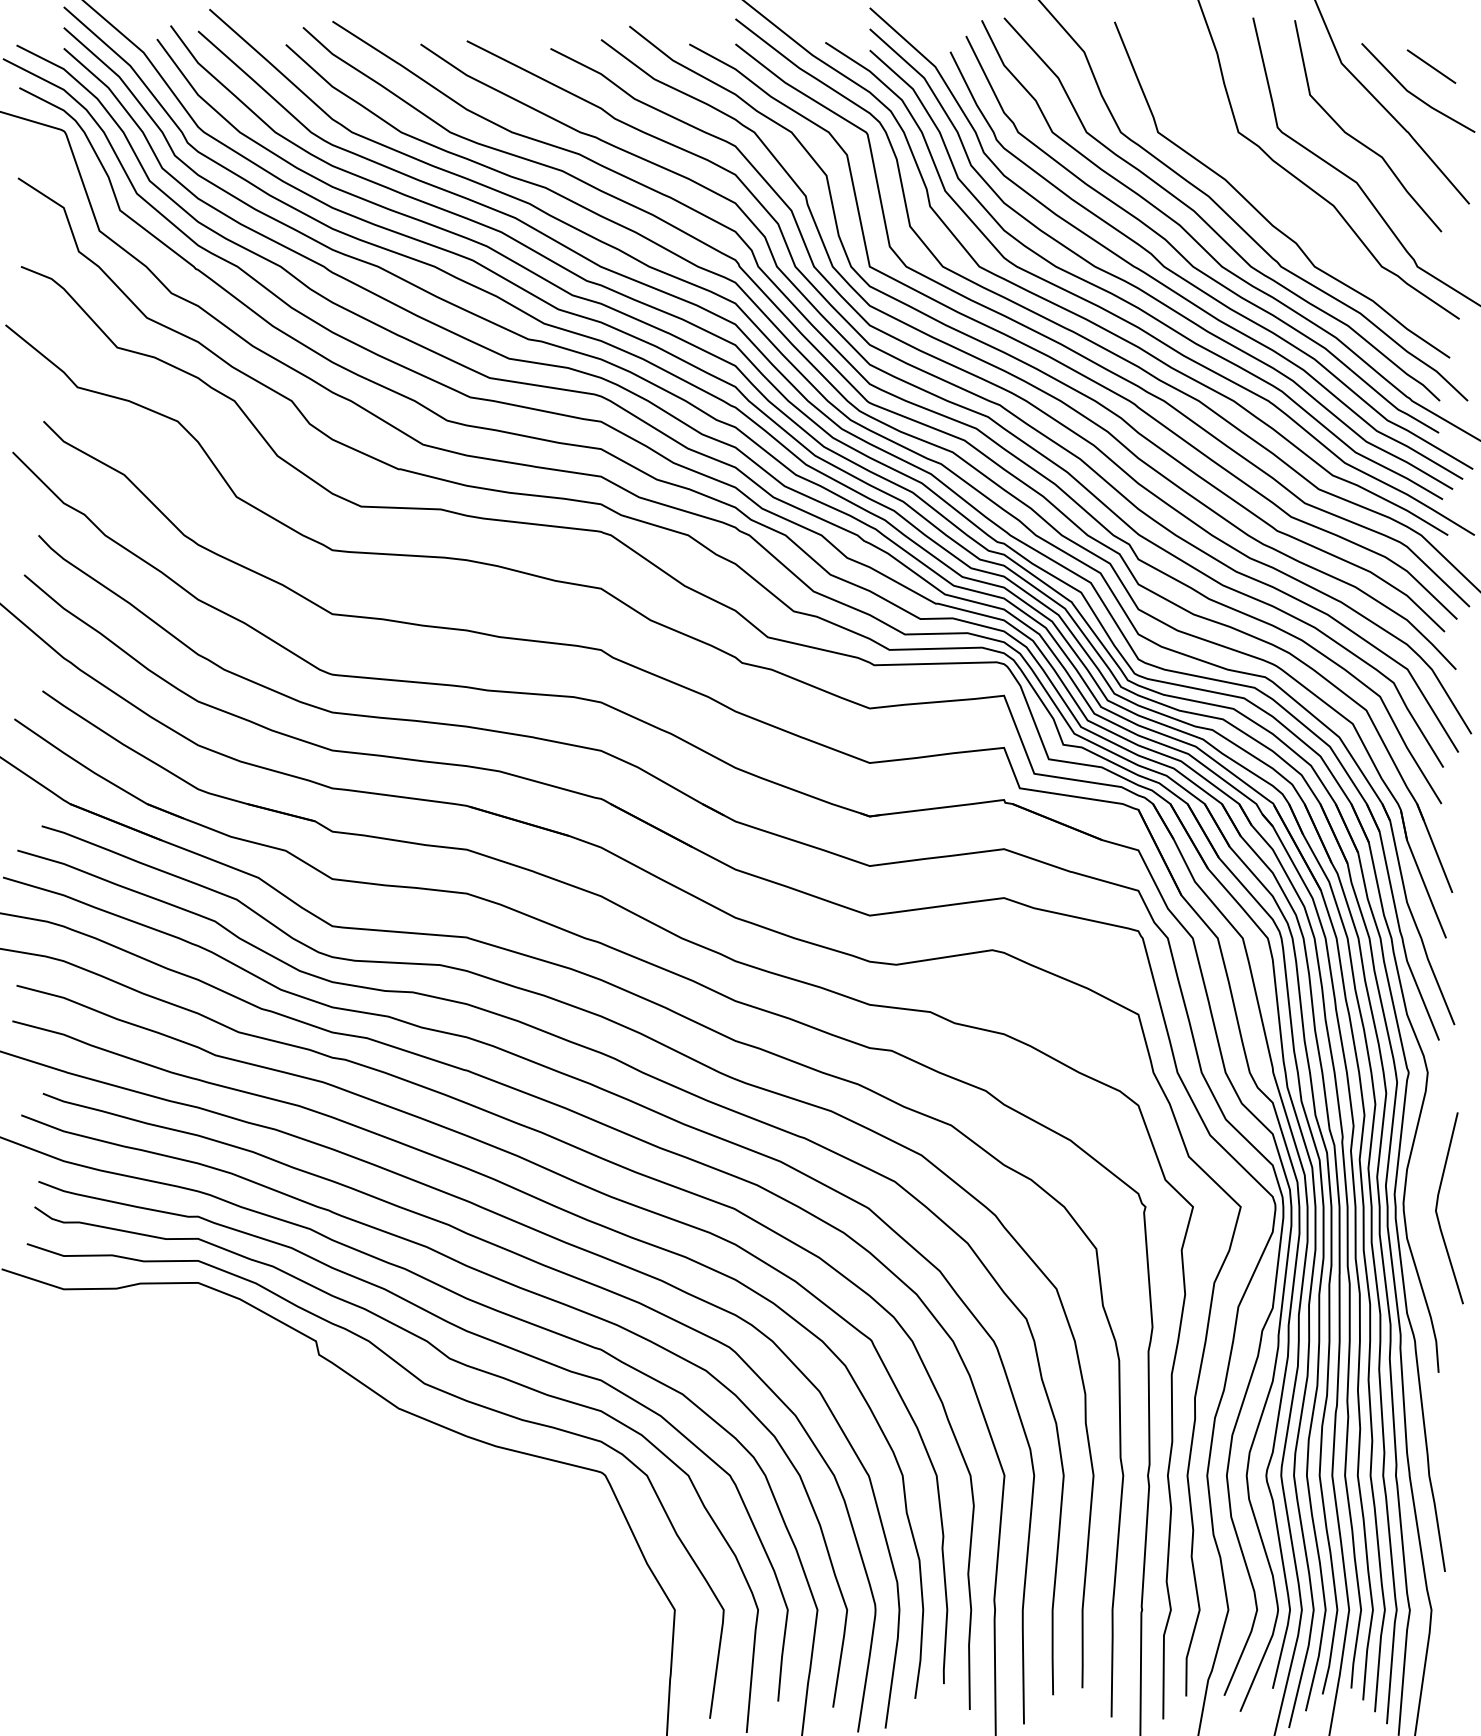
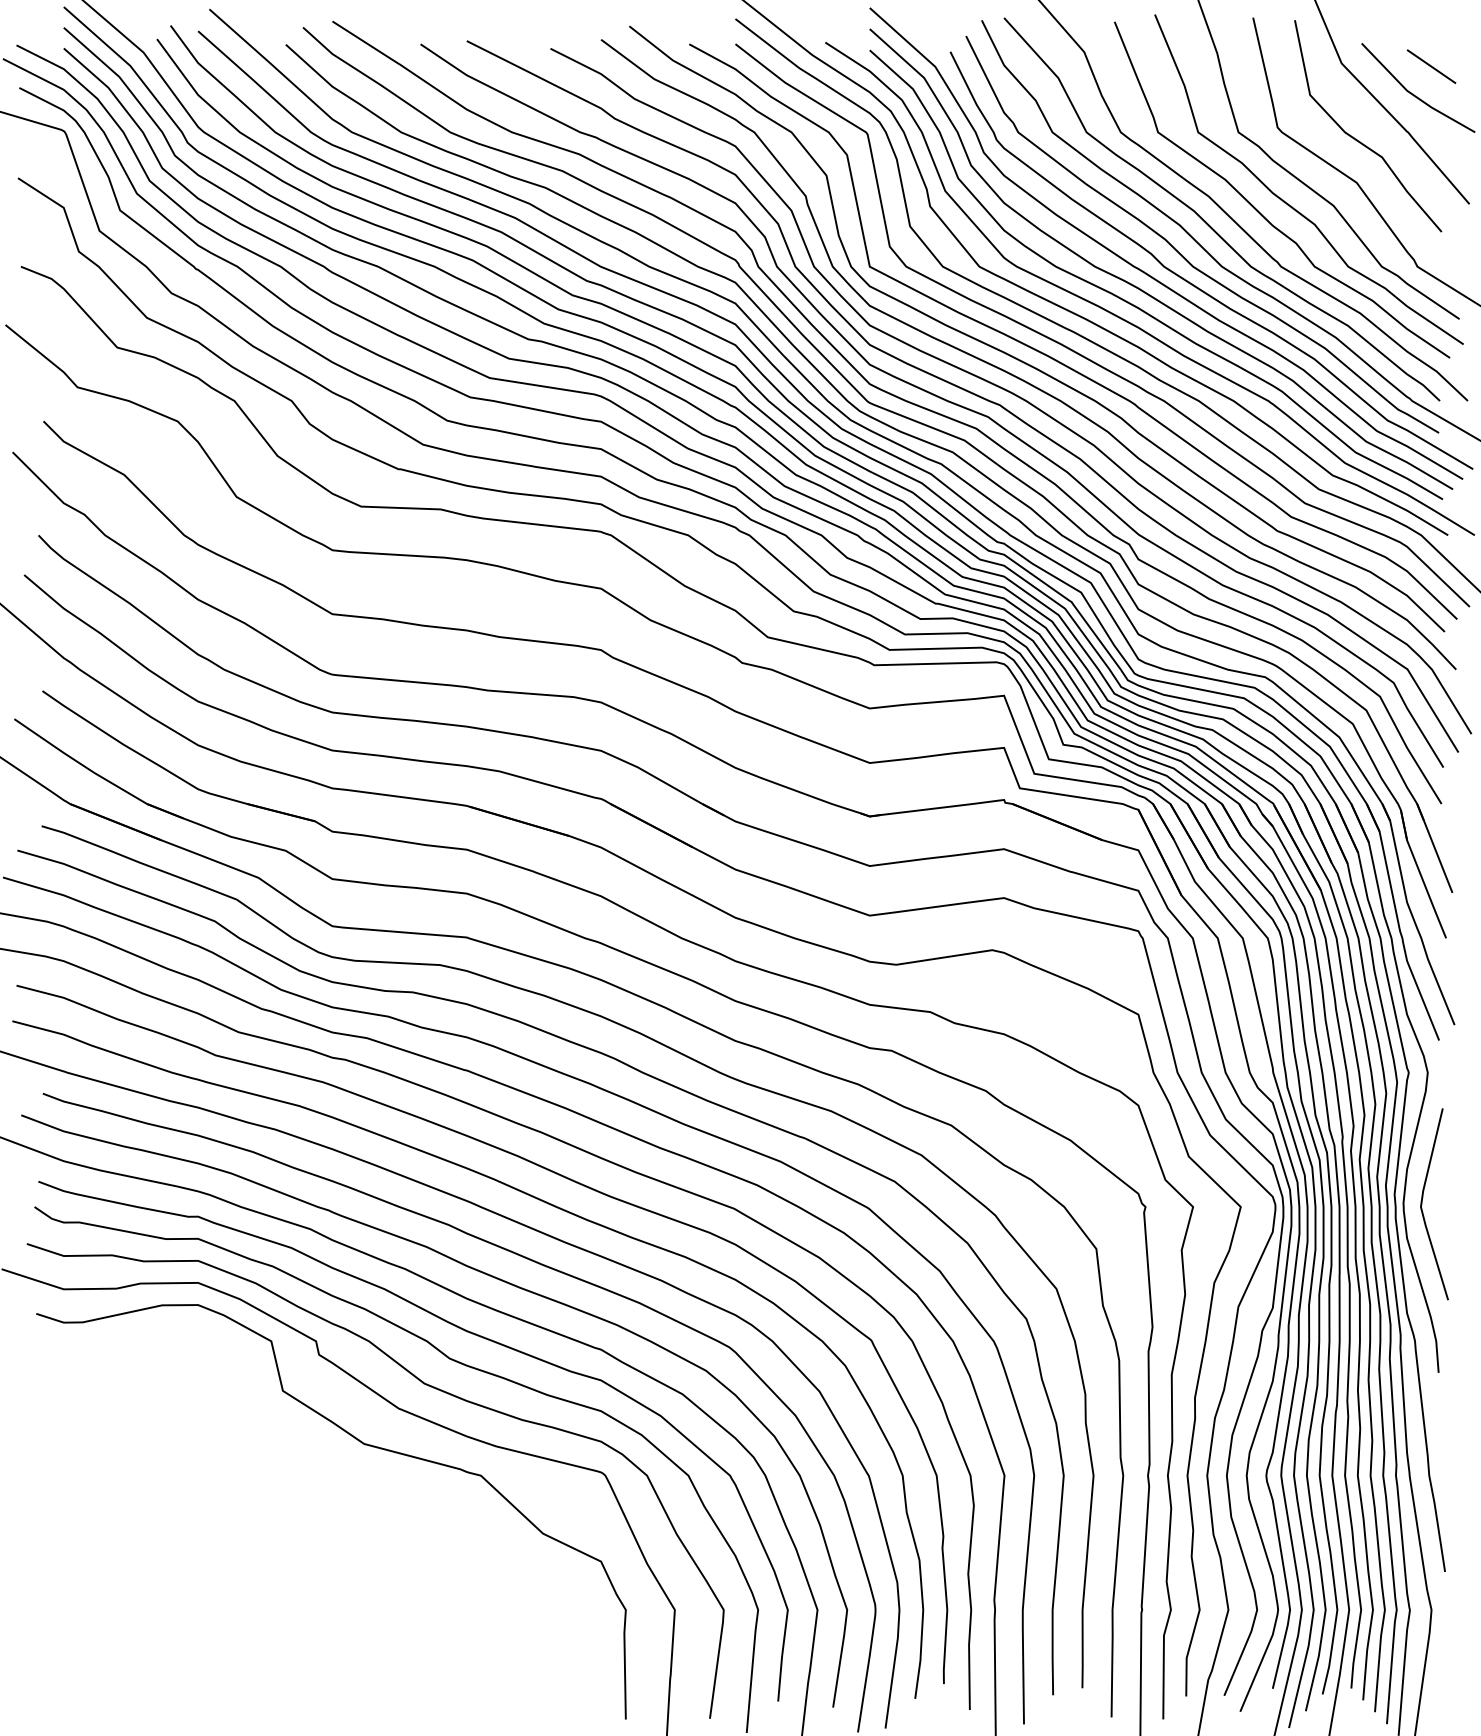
curve at (1291, 205): none -> present
line at (1437, 1208) position: (1437, 1208) -> (1422, 1204)
curve at (365, 1445): none -> present
